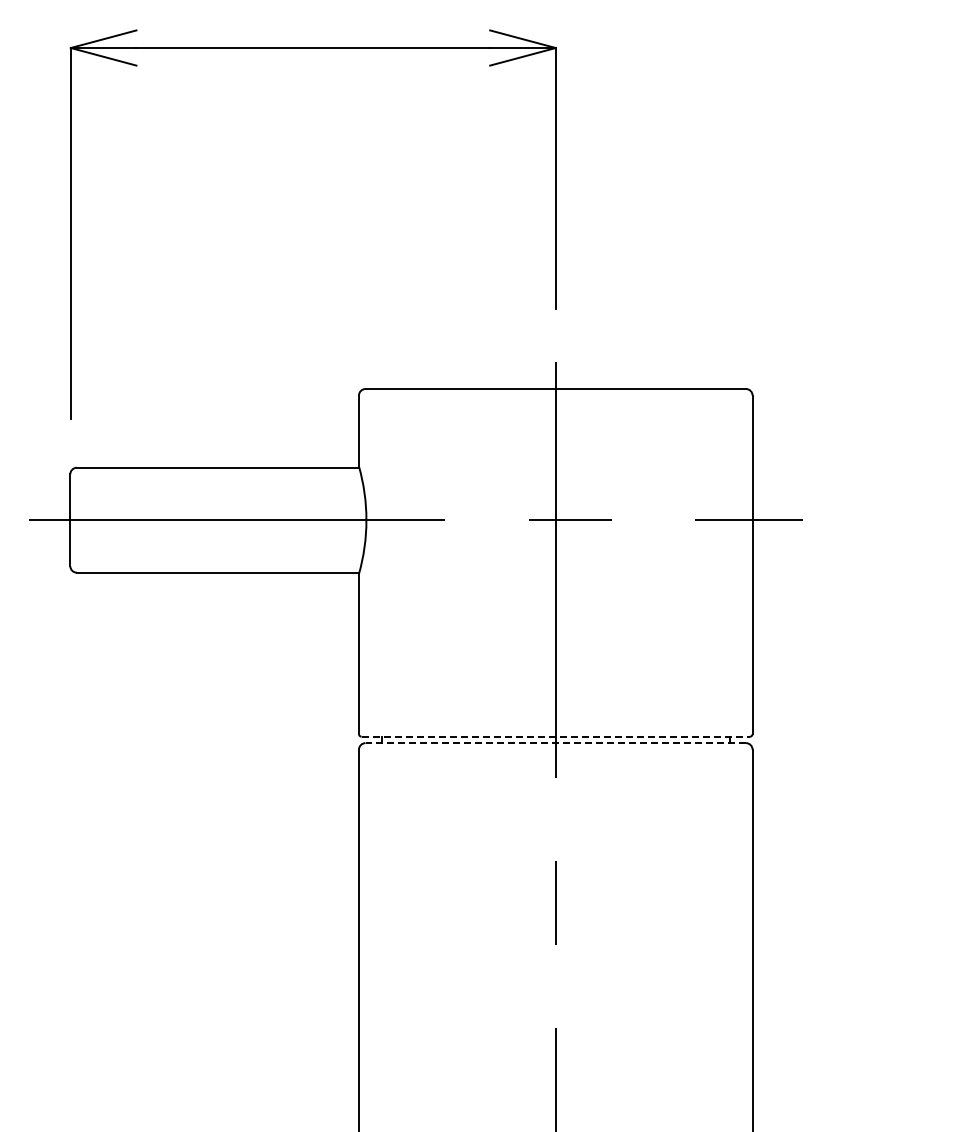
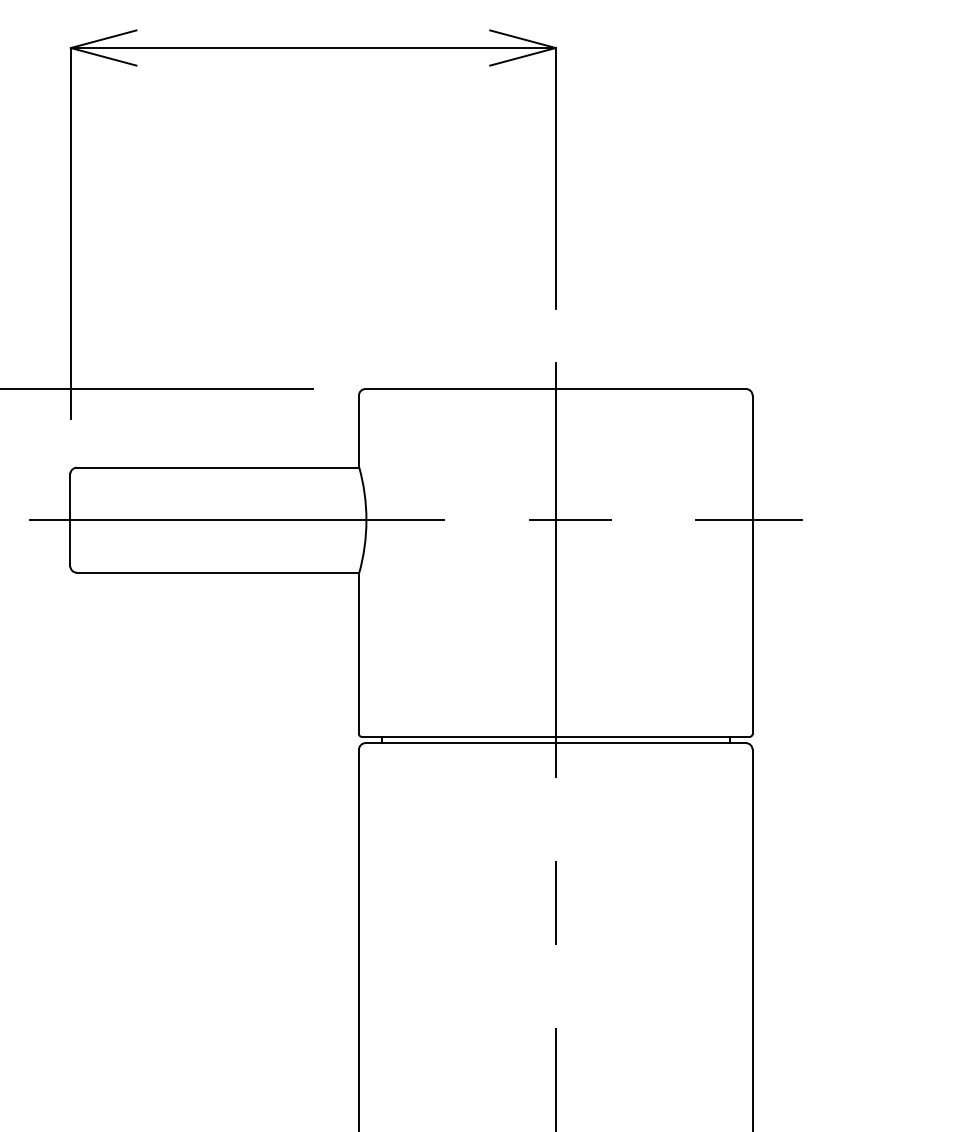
line at (157, 389): none -> present
line at (556, 736): dashed -> solid
line at (555, 743): dashed -> solid
